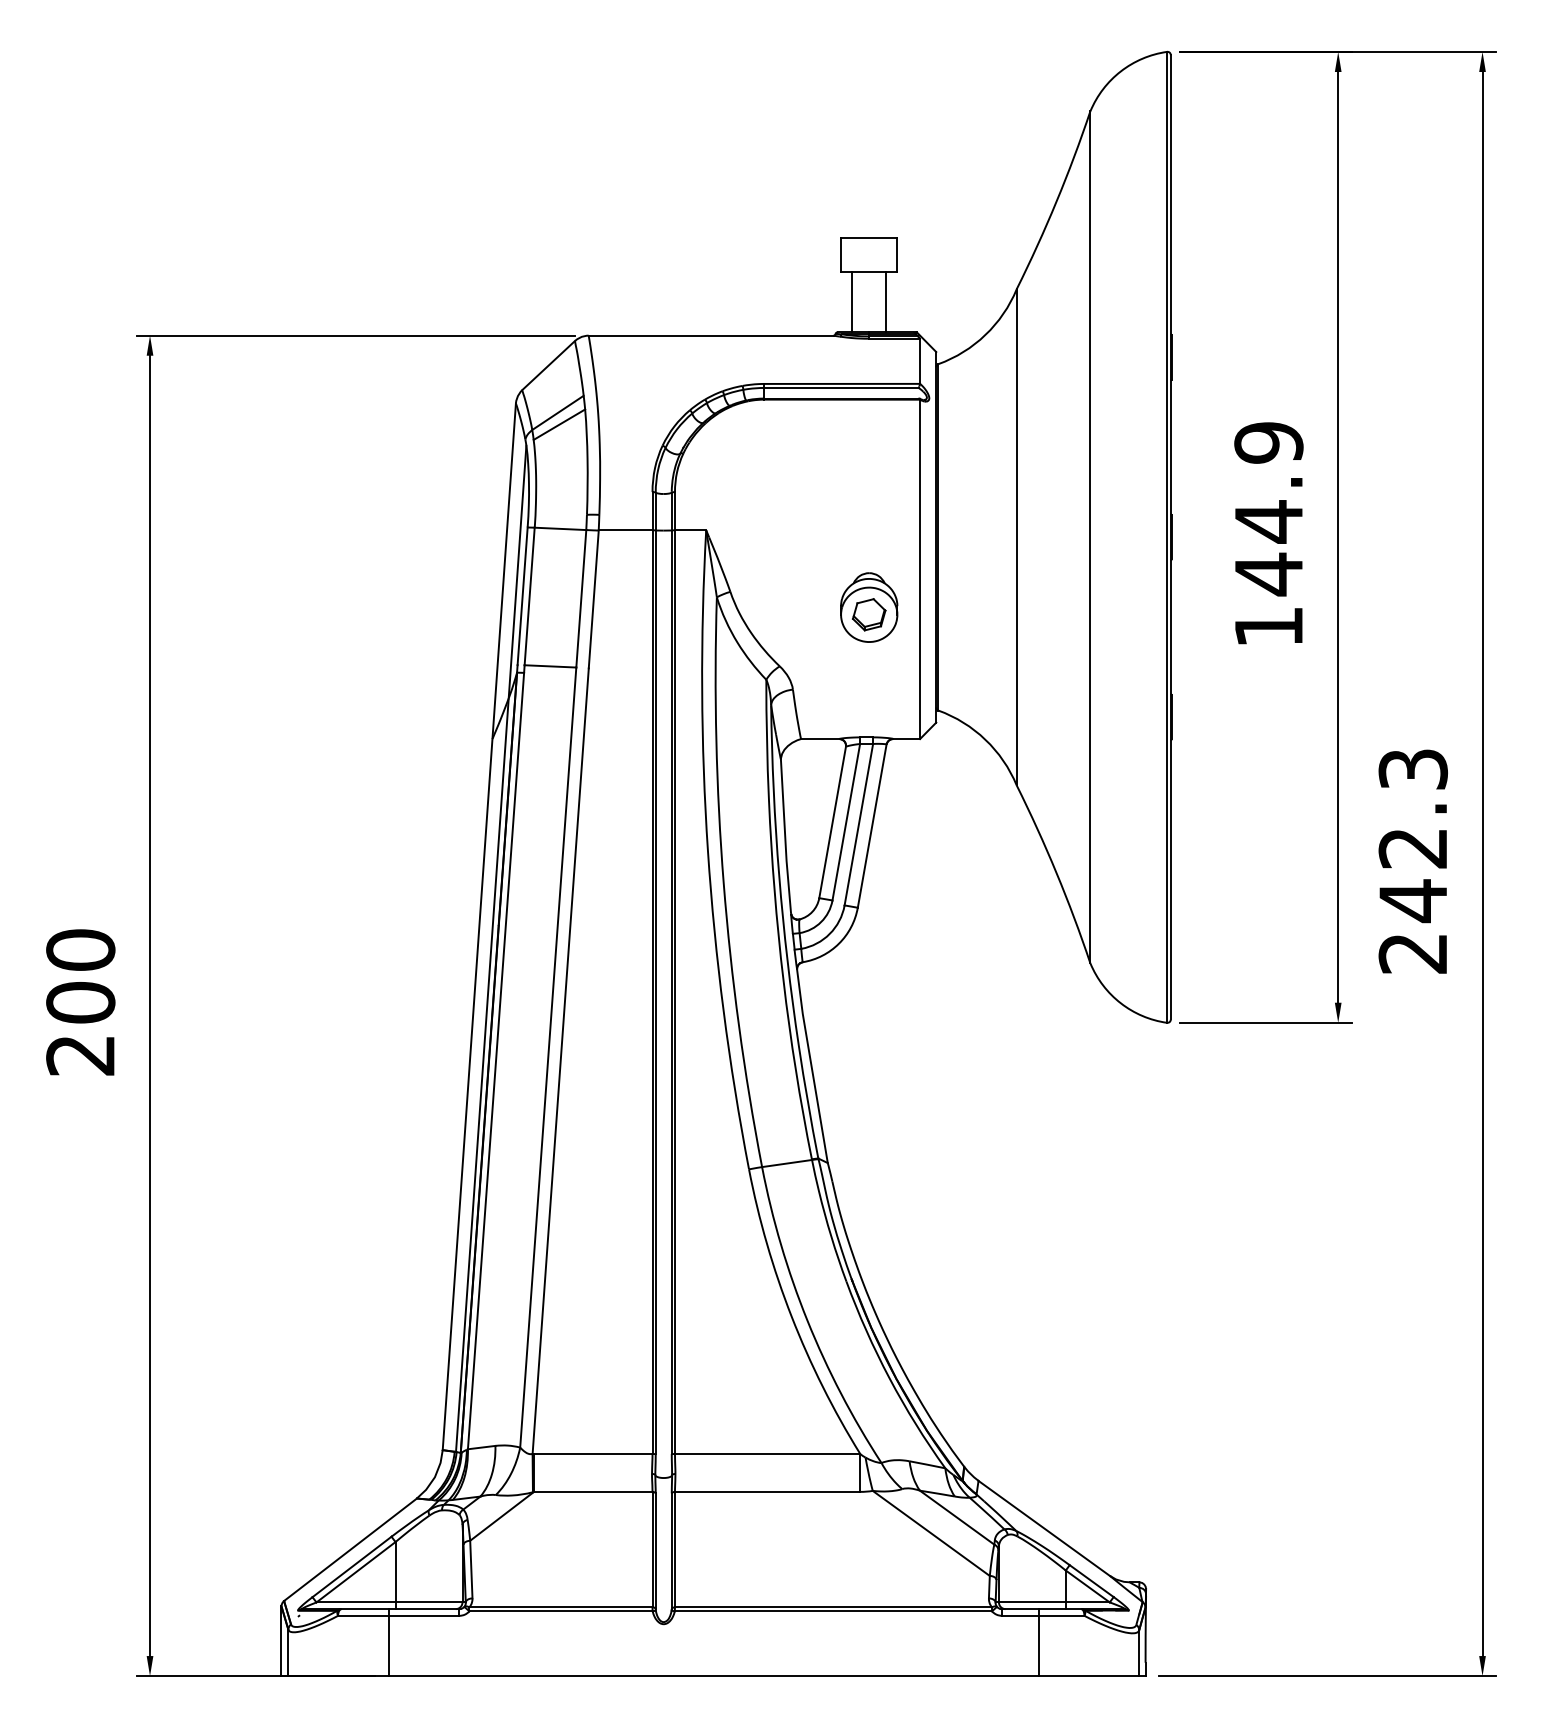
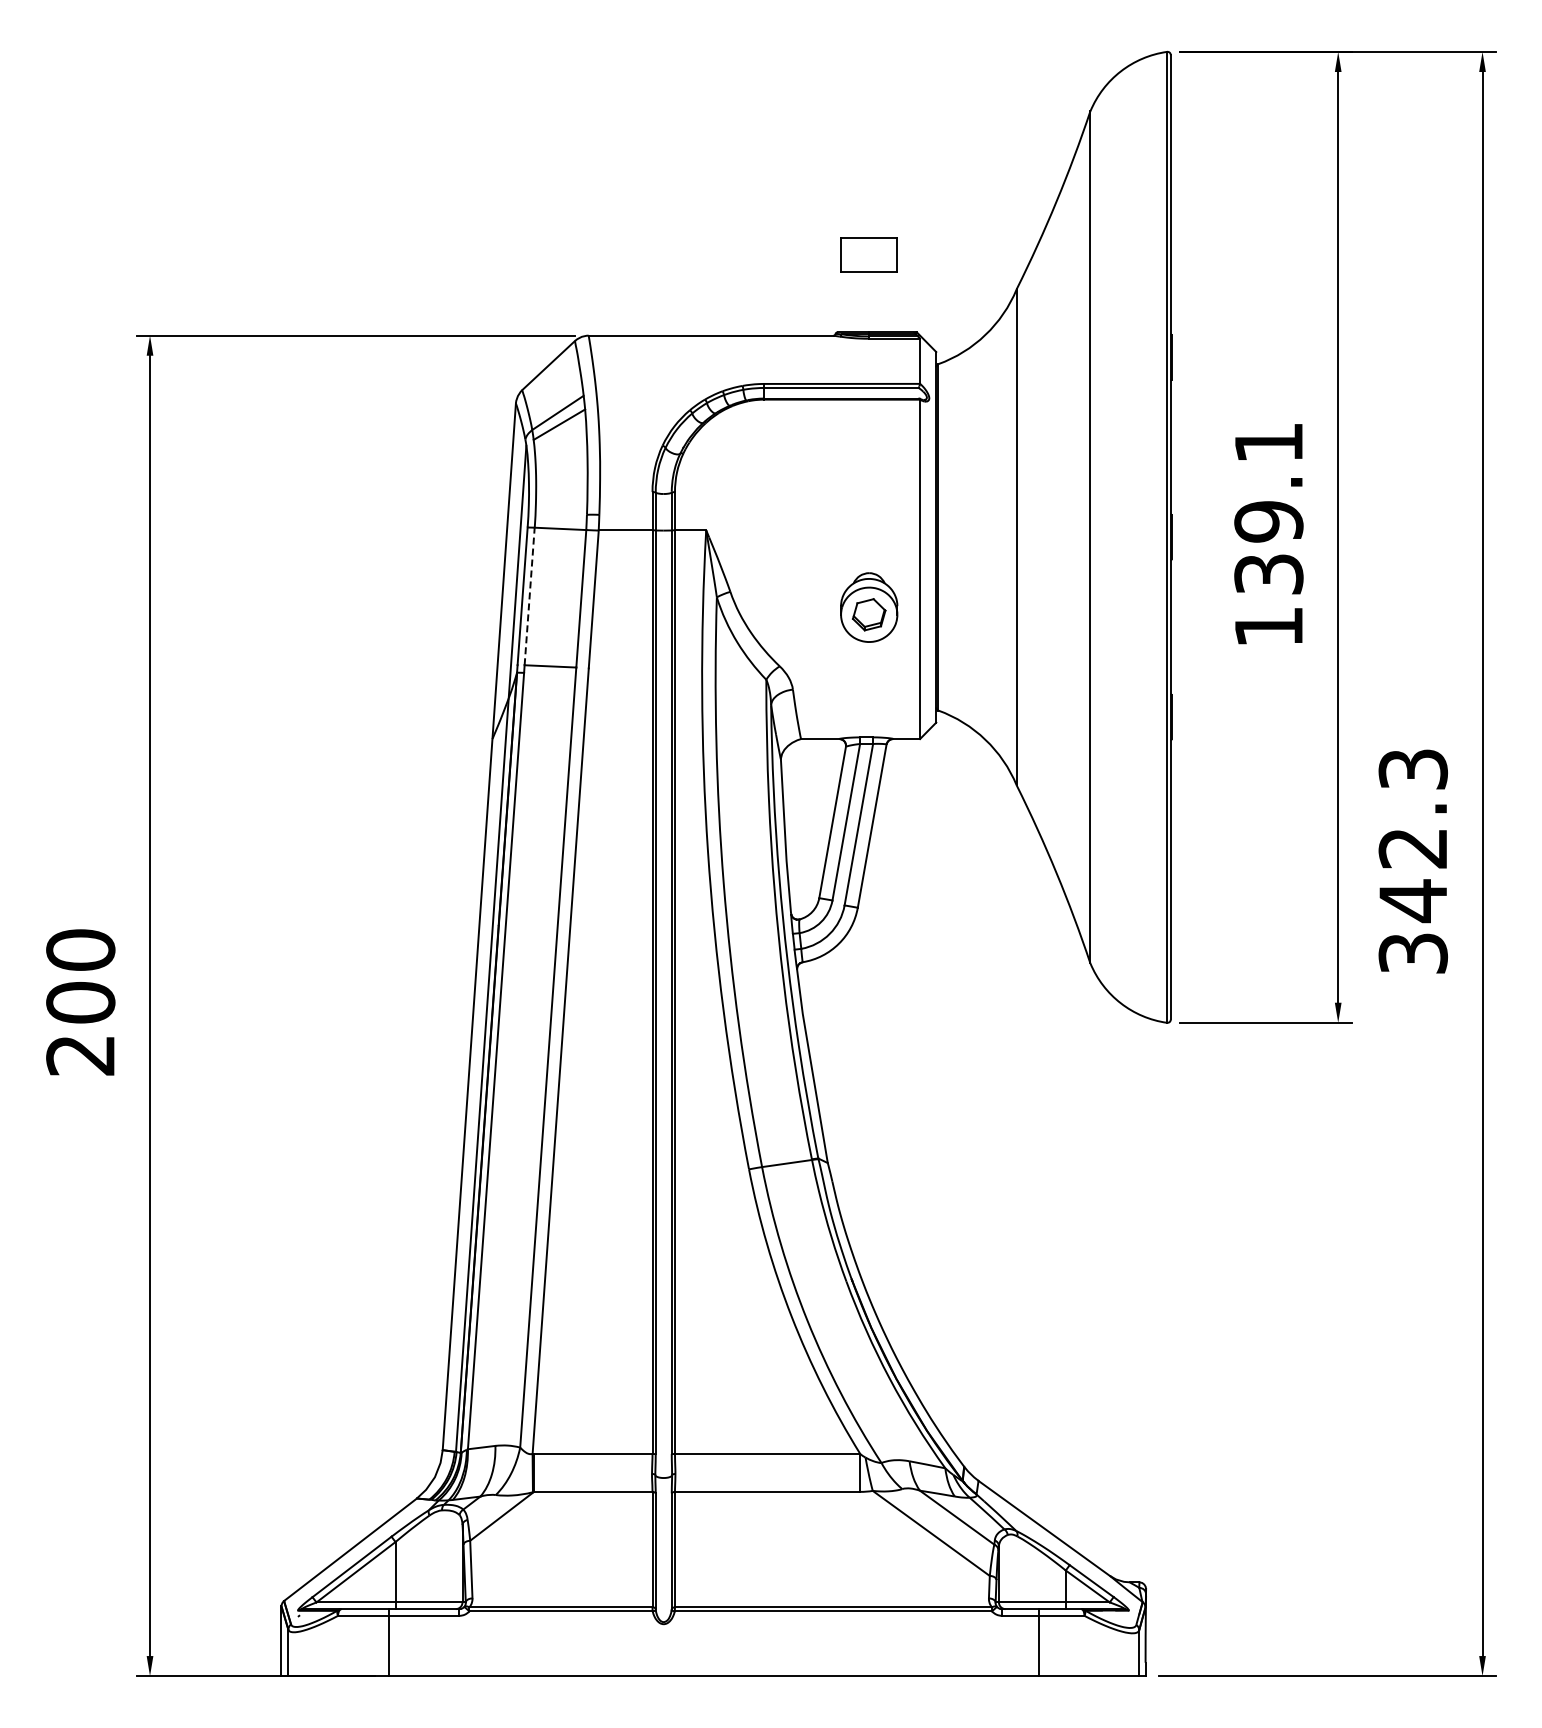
line at (852, 301): present -> none
line at (885, 301): present -> none
text at (1268, 509): 144.9 -> 139.1
line at (529, 596): solid -> dashed
text at (1413, 953): 242.3 -> 342.3
